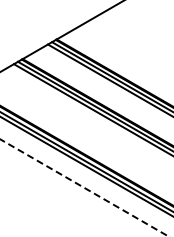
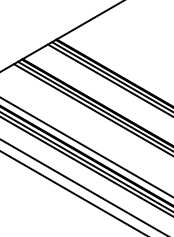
line at (86, 146): none -> present
line at (84, 188): dashed -> solid
line at (72, 192): none -> present
